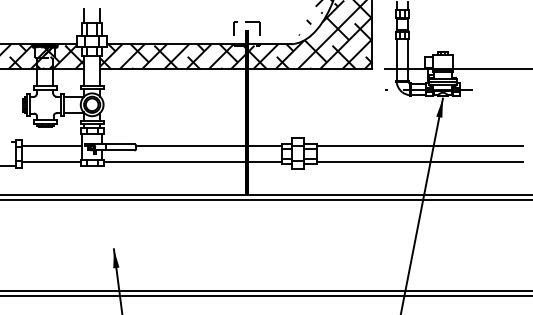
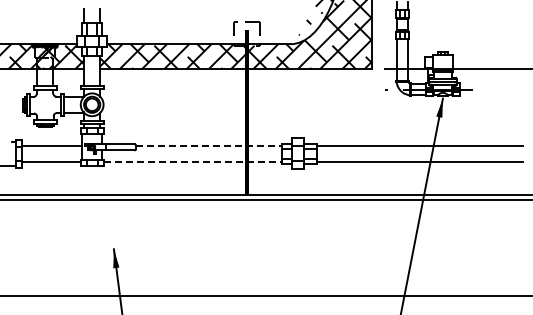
line at (209, 145): solid -> dashed
line at (193, 162): solid -> dashed
line at (265, 291): present -> none
